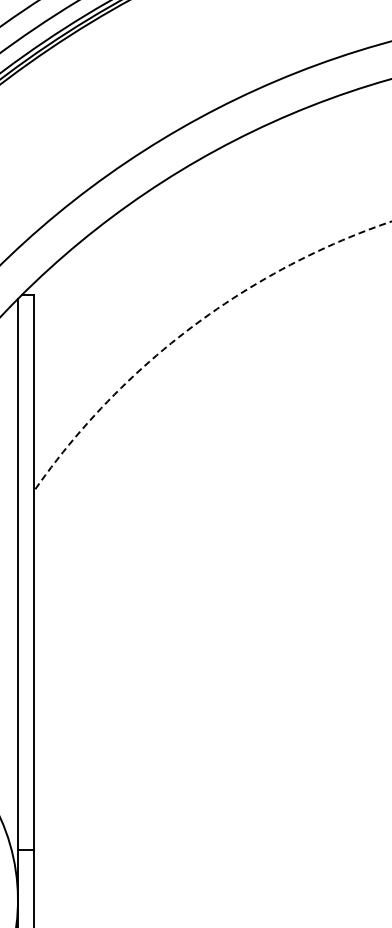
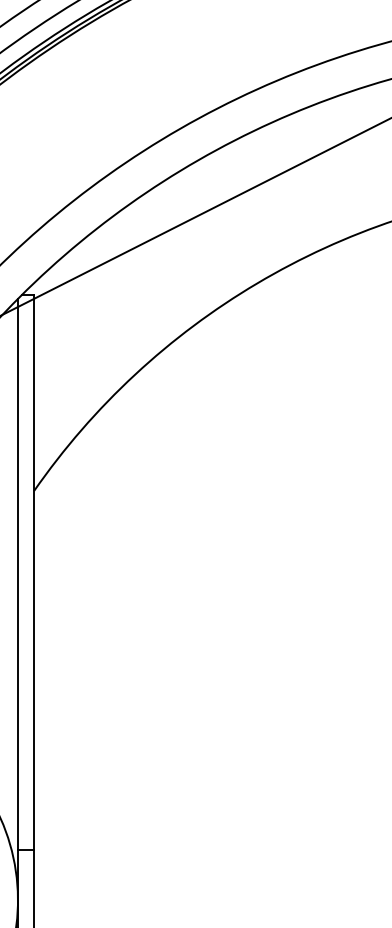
line at (195, 217): none -> present
arc at (192, 326): dashed -> solid
